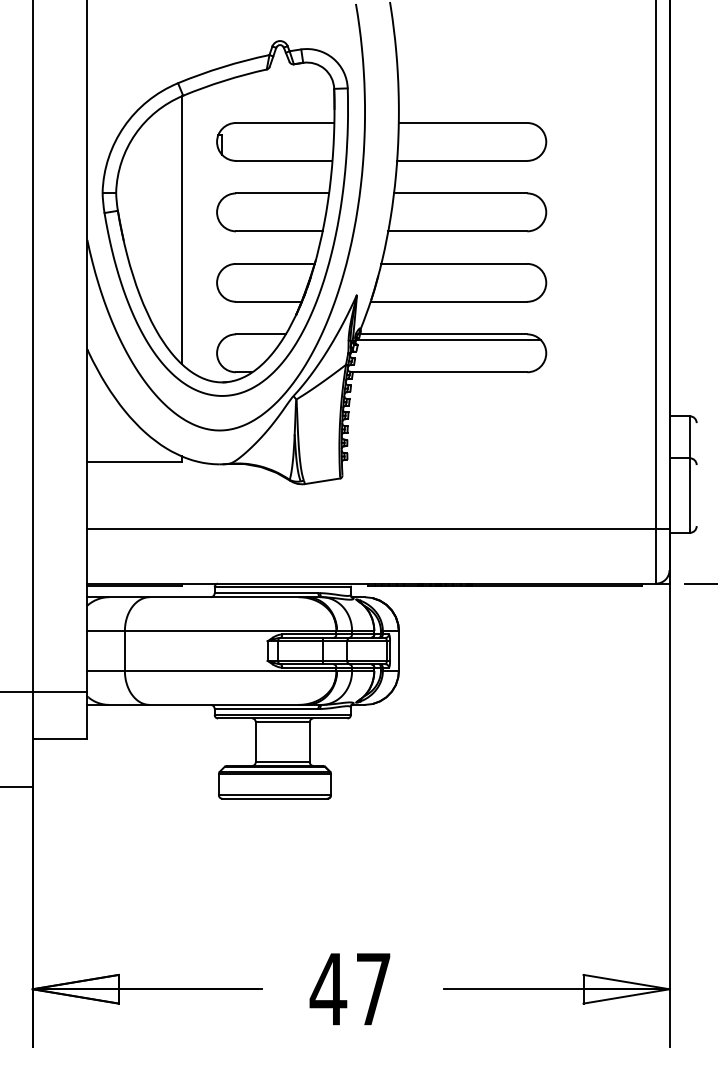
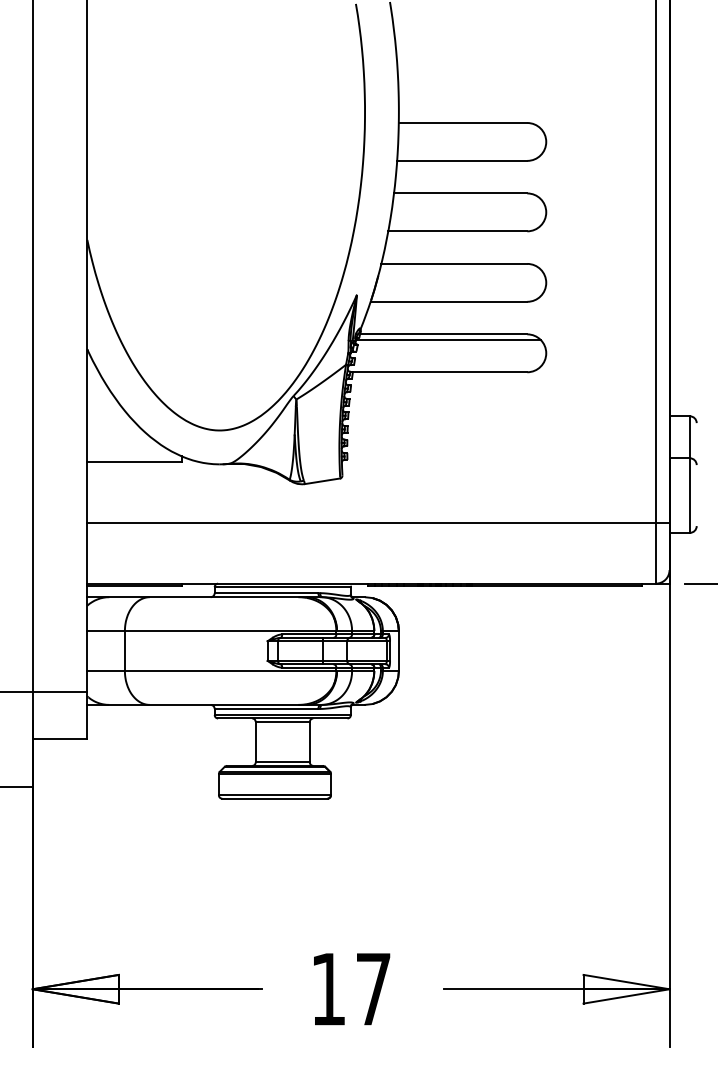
part at (224, 218): present -> none
line at (378, 529) position: (378, 529) -> (378, 523)
text at (328, 989): 47 -> 17
